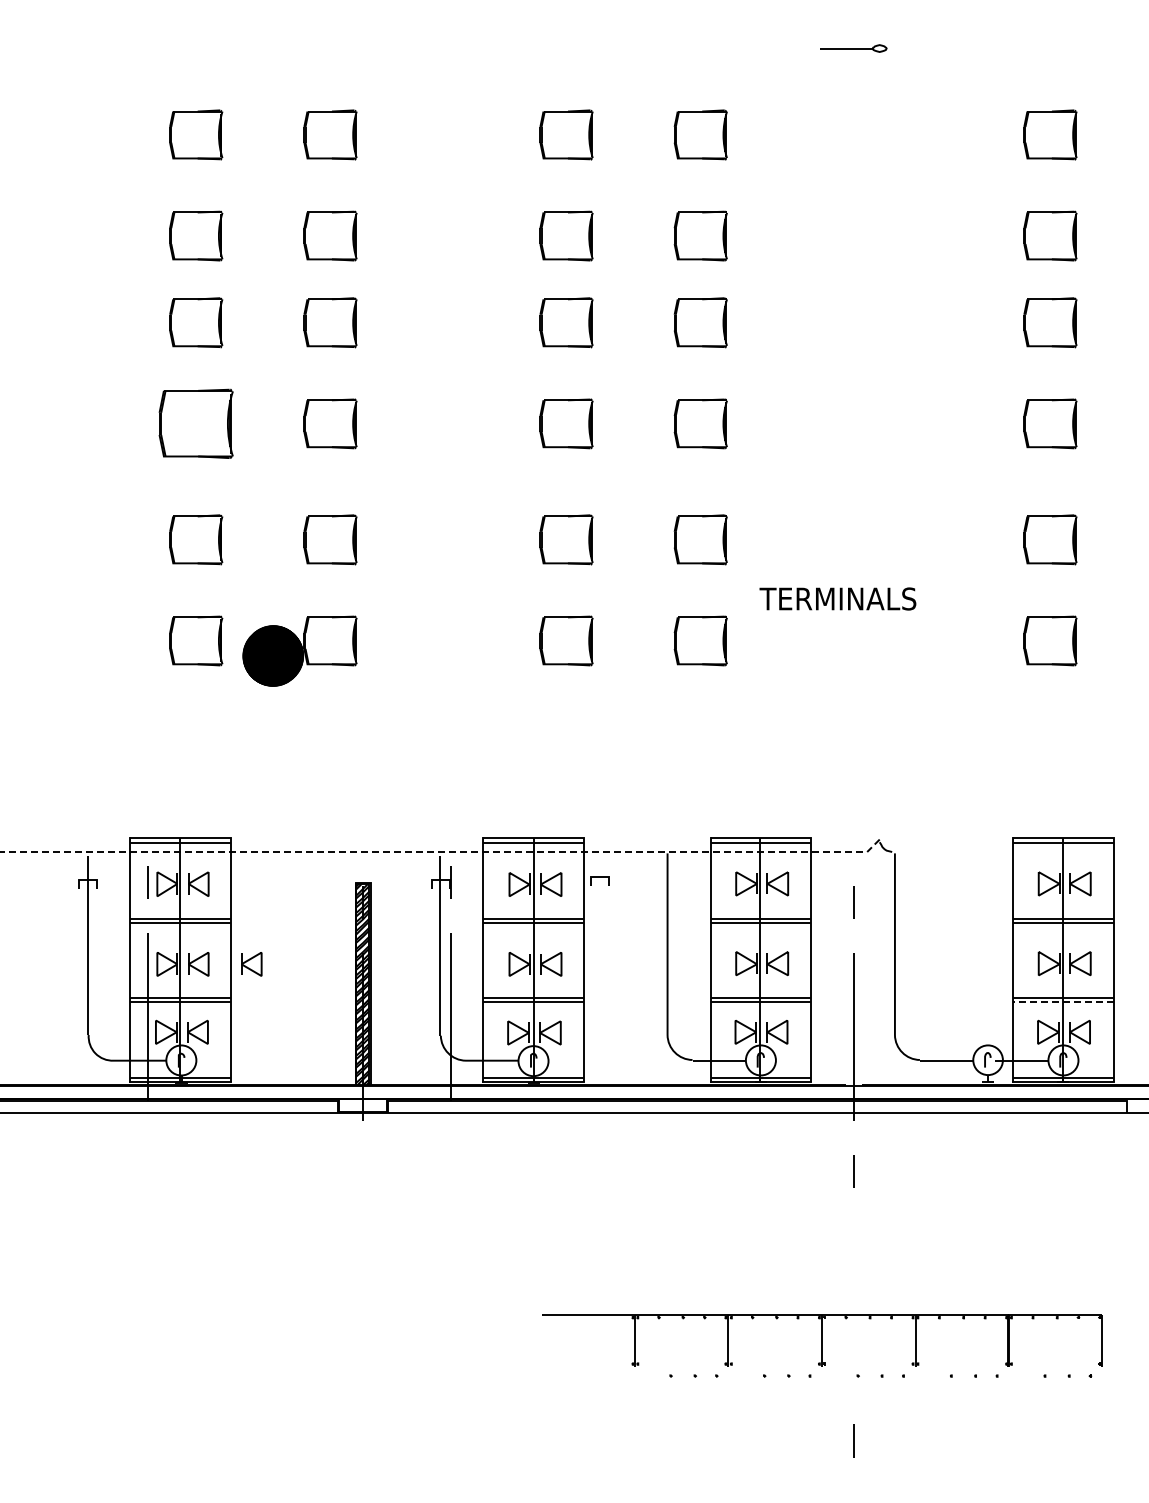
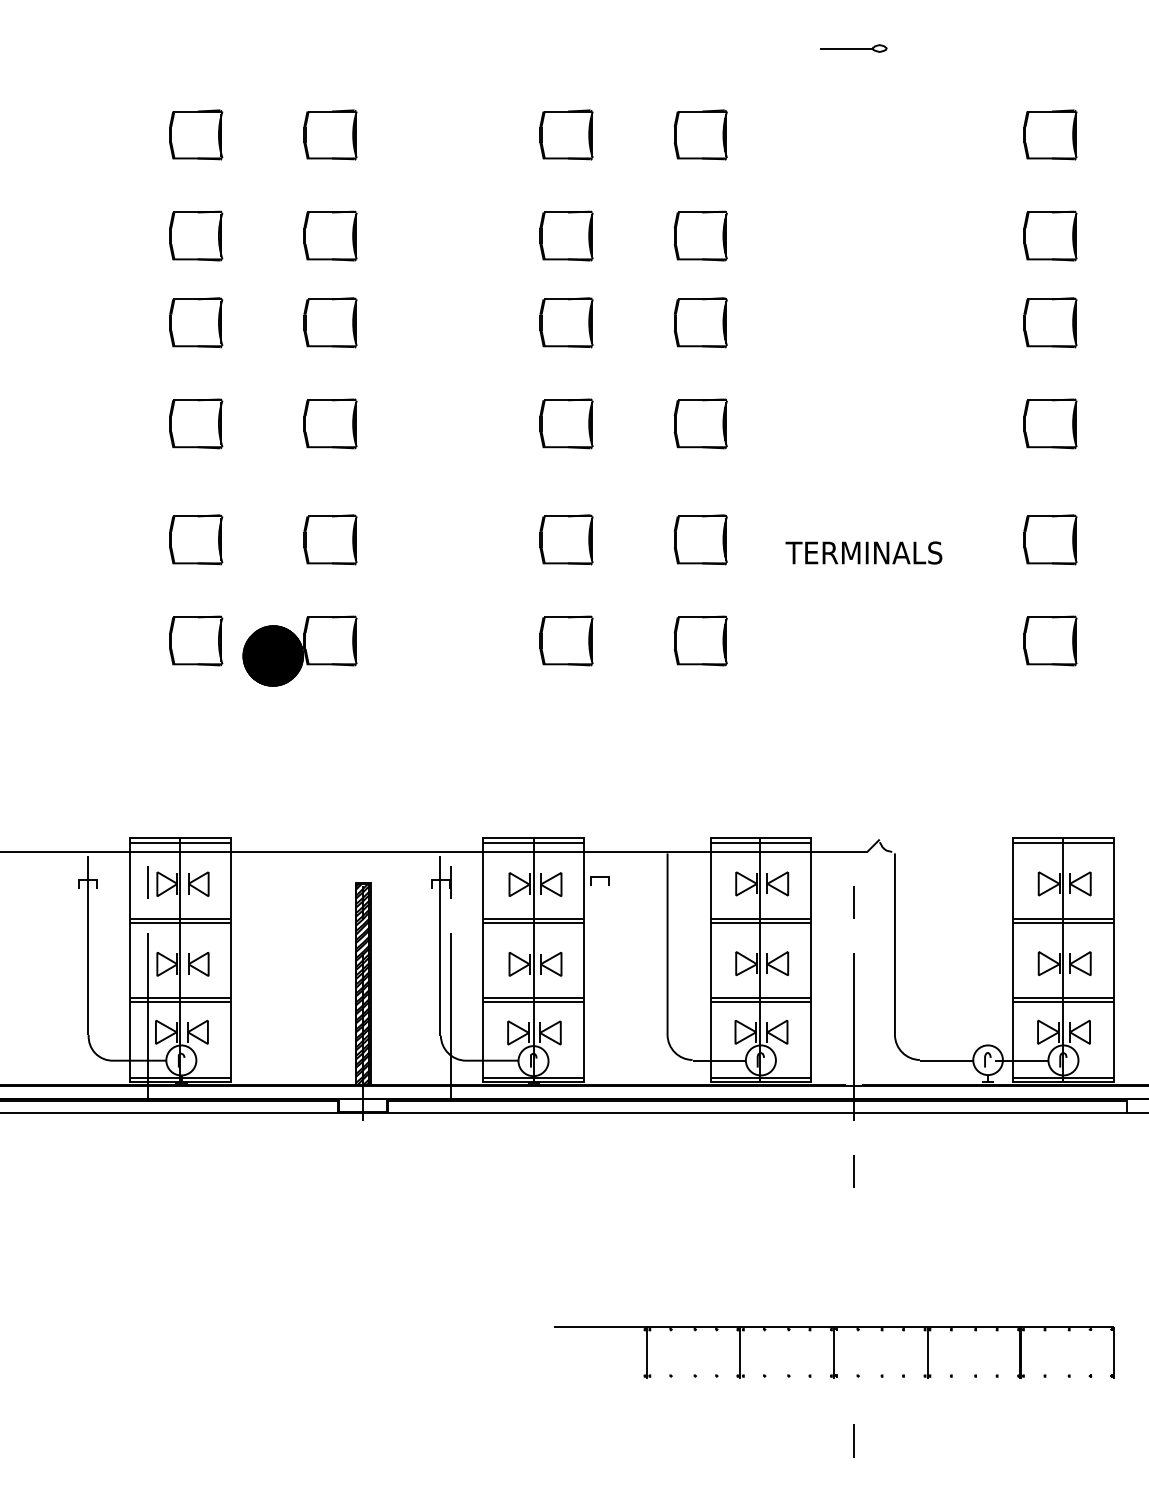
part at (195, 423) size: 76x71 px -> 55x52 px
text at (837, 598) position: (837, 598) -> (863, 552)
line at (443, 852): dashed -> solid
part at (251, 964): present -> none
line at (1062, 1002): dashed -> solid
part at (822, 1340) position: (822, 1340) -> (834, 1352)
